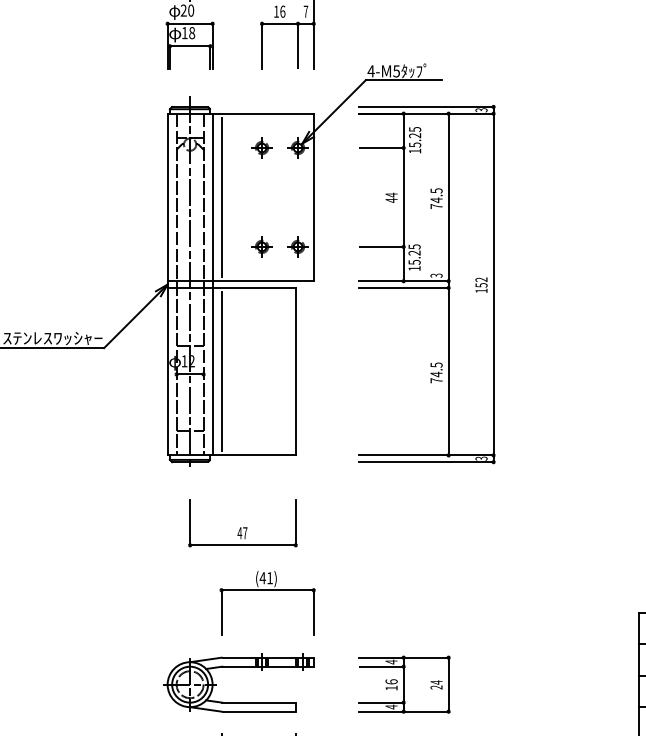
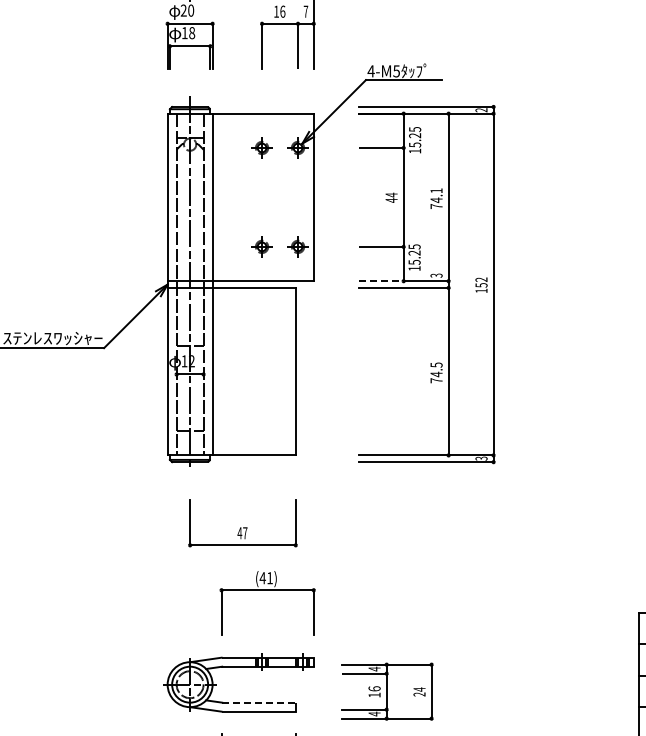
text at (481, 110): 3 -> 2
text at (436, 190): 74.5 -> 74.1
line at (221, 197): present -> none
line at (381, 281): solid -> dashed
line at (221, 371): present -> none
part at (404, 684) position: (404, 684) -> (387, 691)
line at (259, 702): solid -> dashed
